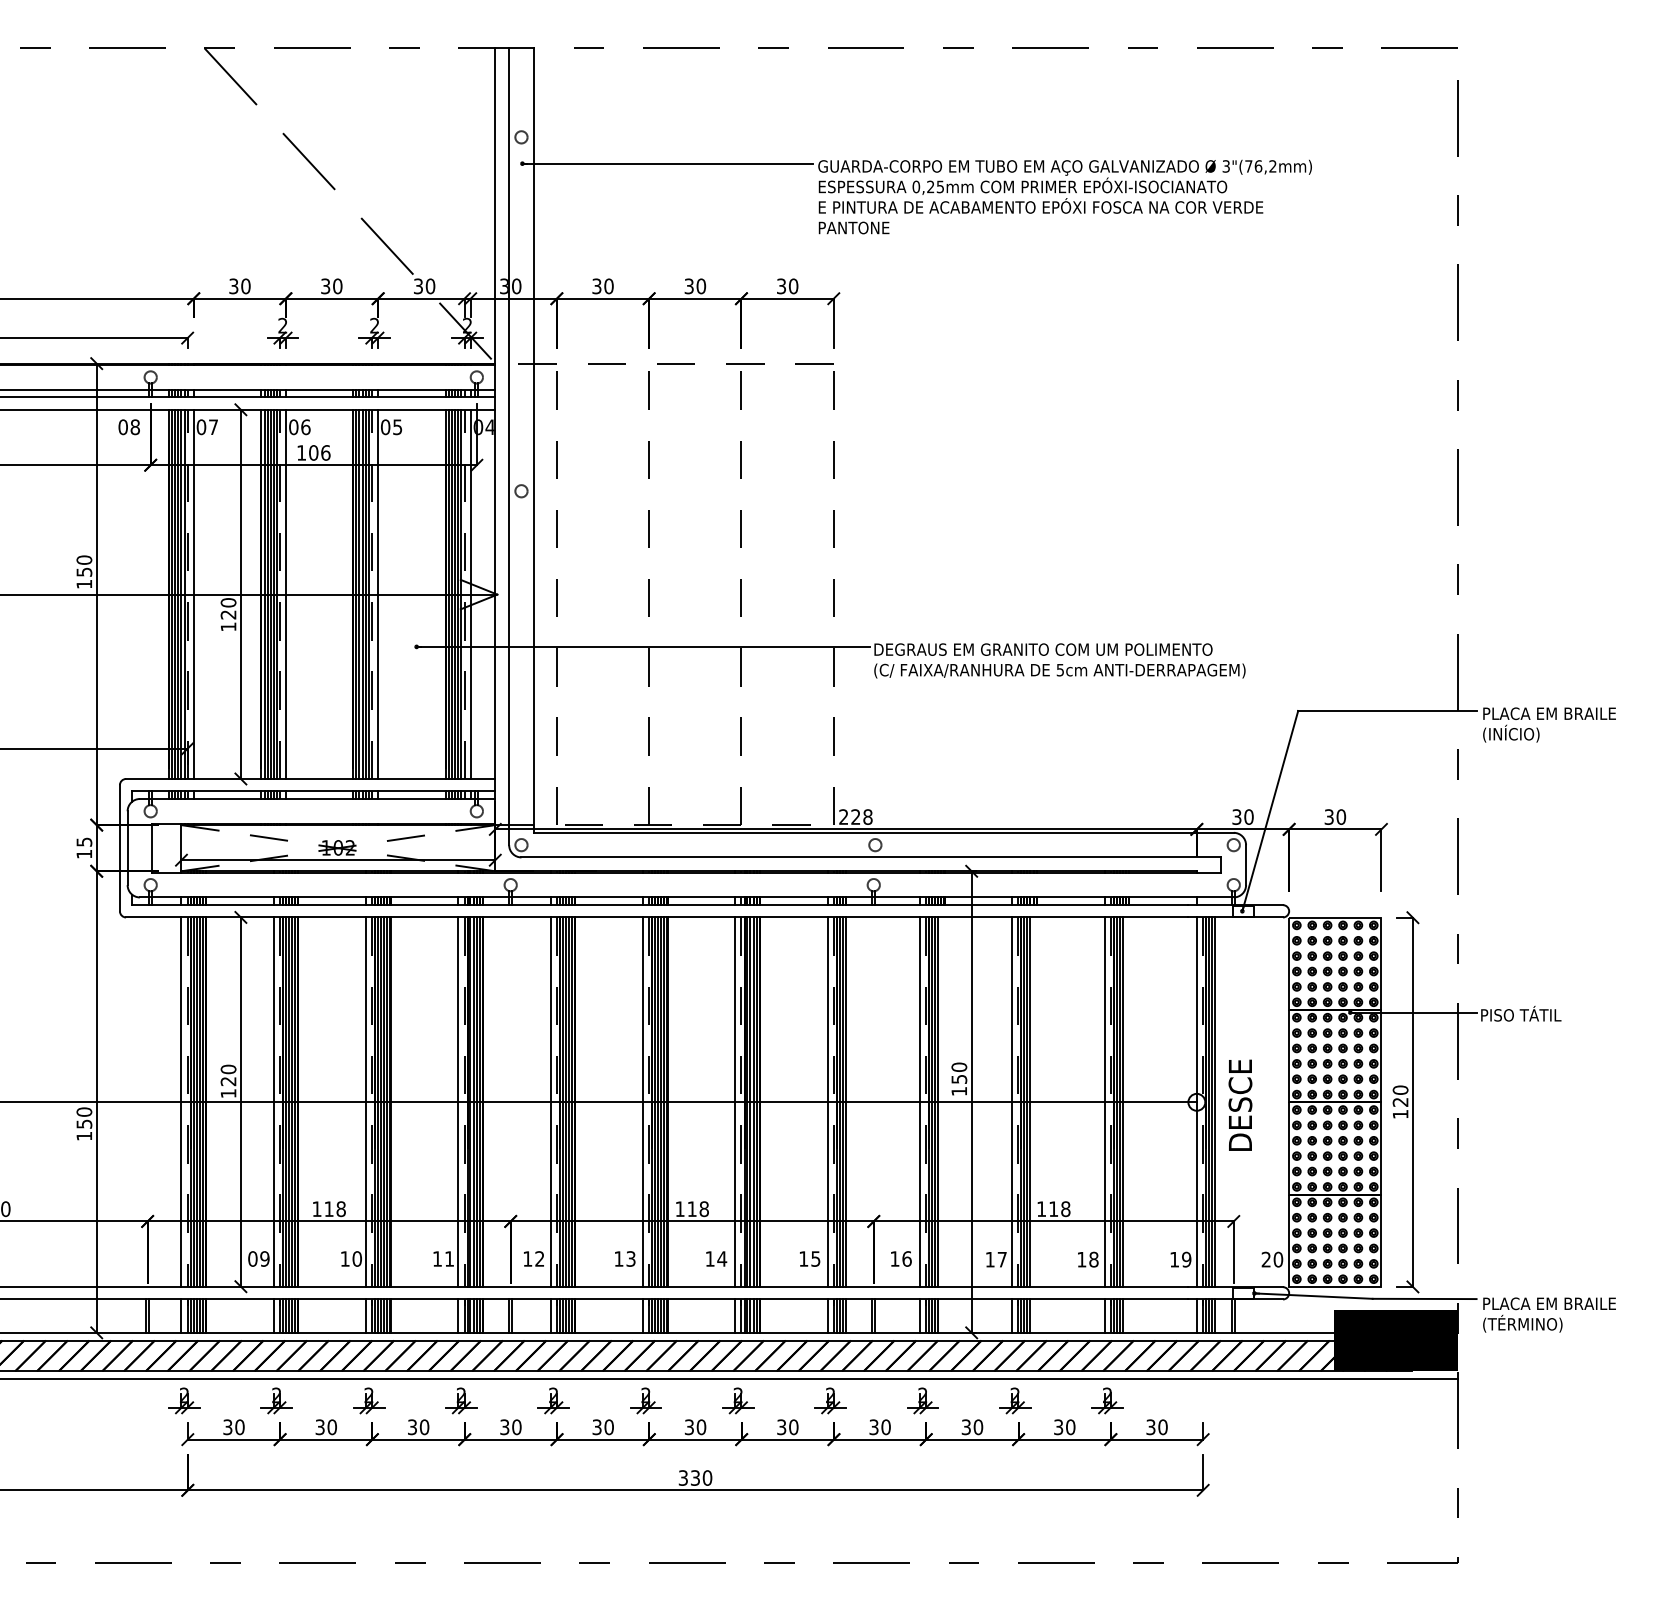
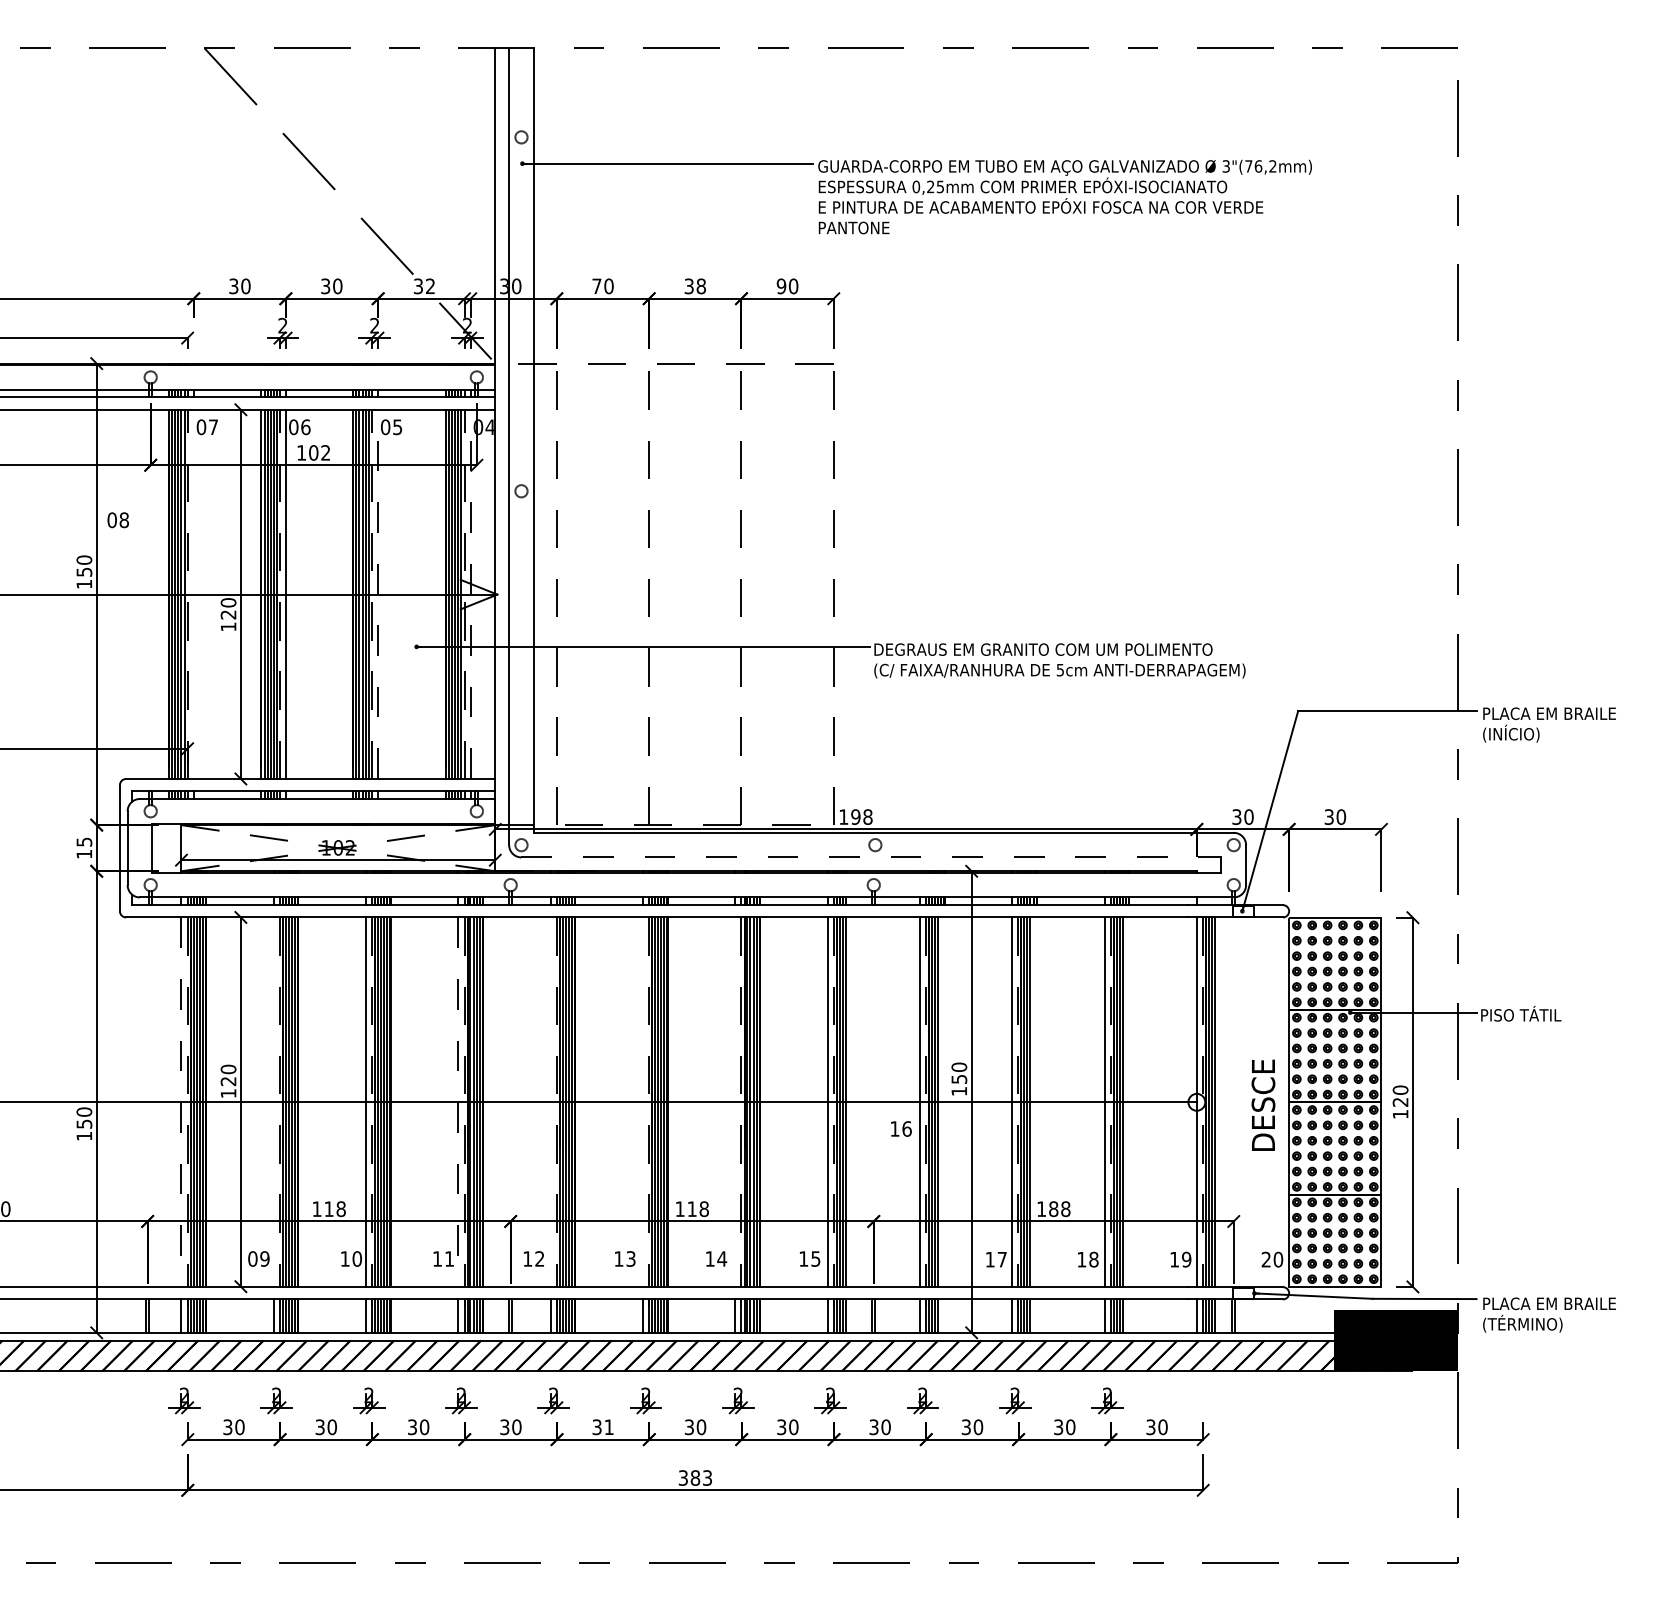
text at (701, 285): 30 -> 38
text at (430, 286): 30 -> 32
text at (596, 286): 30 -> 70
text at (781, 286): 30 -> 90
text at (128, 427) position: (128, 427) -> (117, 520)
text at (325, 452): 106 -> 102
line at (193, 593): present -> none
line at (377, 594): solid -> dashed
line at (470, 594): solid -> dashed
text at (849, 816): 228 -> 198
line at (871, 857): solid -> dashed
line at (181, 1102): solid -> dashed
line at (273, 1102): present -> none
line at (458, 1102): solid -> dashed
line at (550, 1102): present -> none
line at (643, 1102): present -> none
line at (735, 1102): present -> none
text at (1240, 1104) position: (1240, 1104) -> (1263, 1104)
text at (1053, 1209): 118 -> 188
text at (901, 1258) position: (901, 1258) -> (901, 1128)
line at (730, 1378): present -> none
text at (608, 1427): 30 -> 31
text at (701, 1477): 330 -> 383
